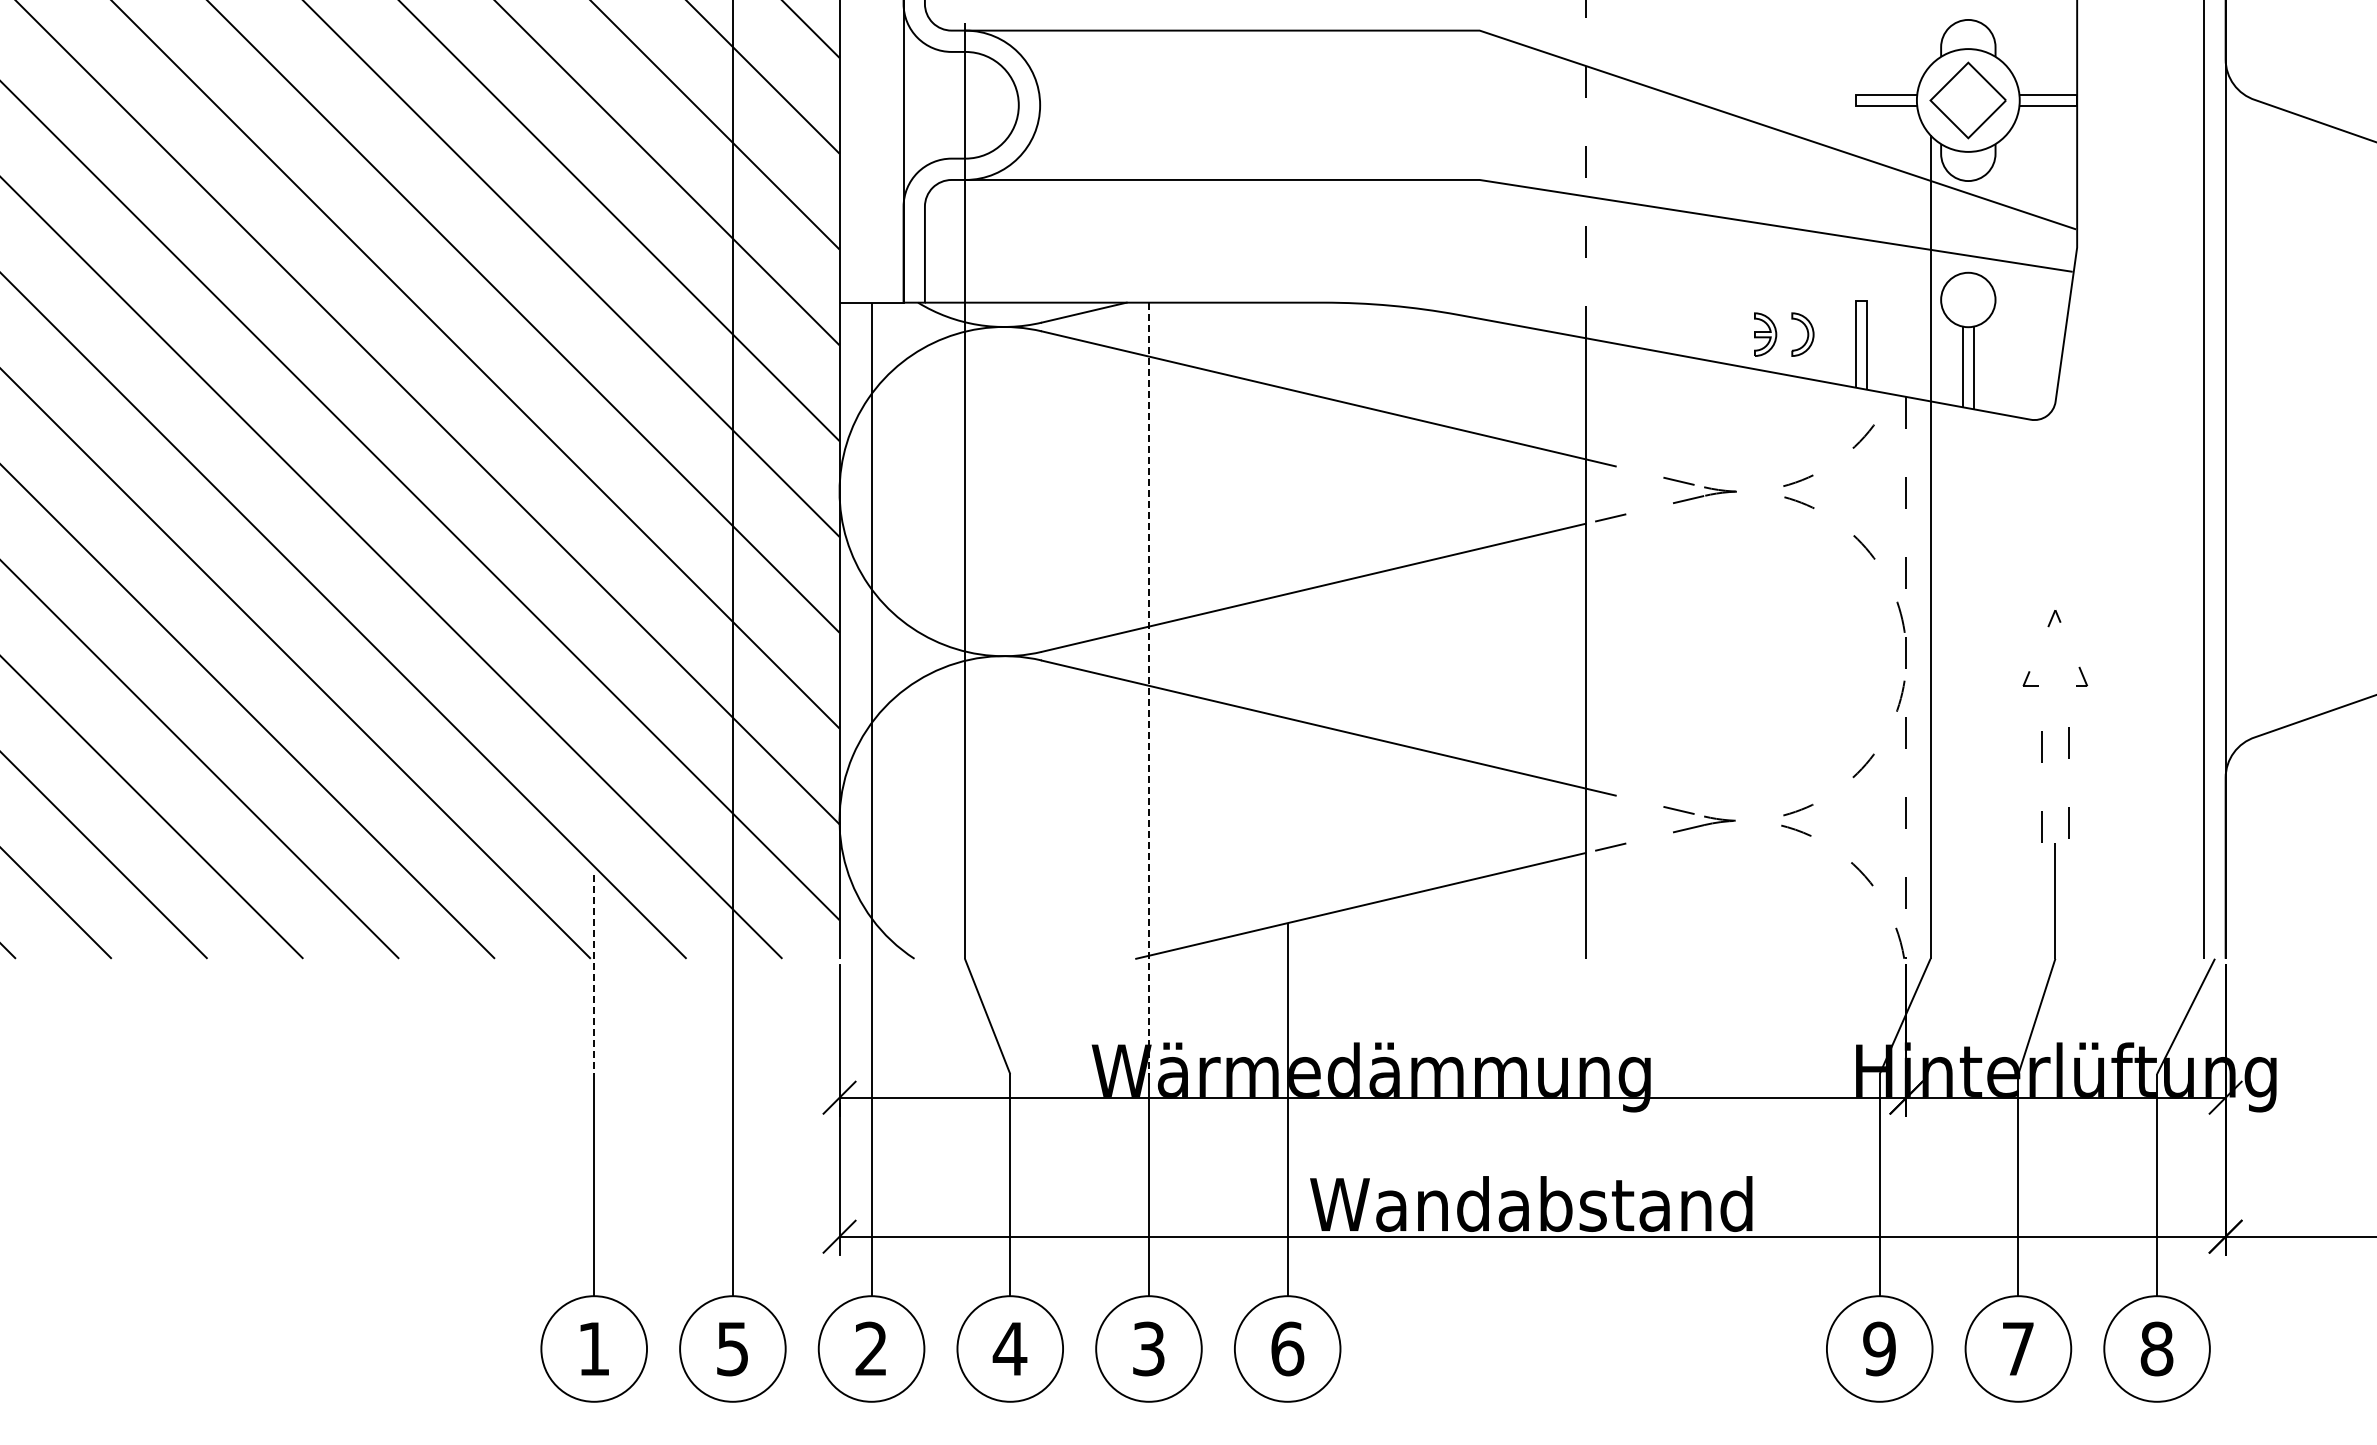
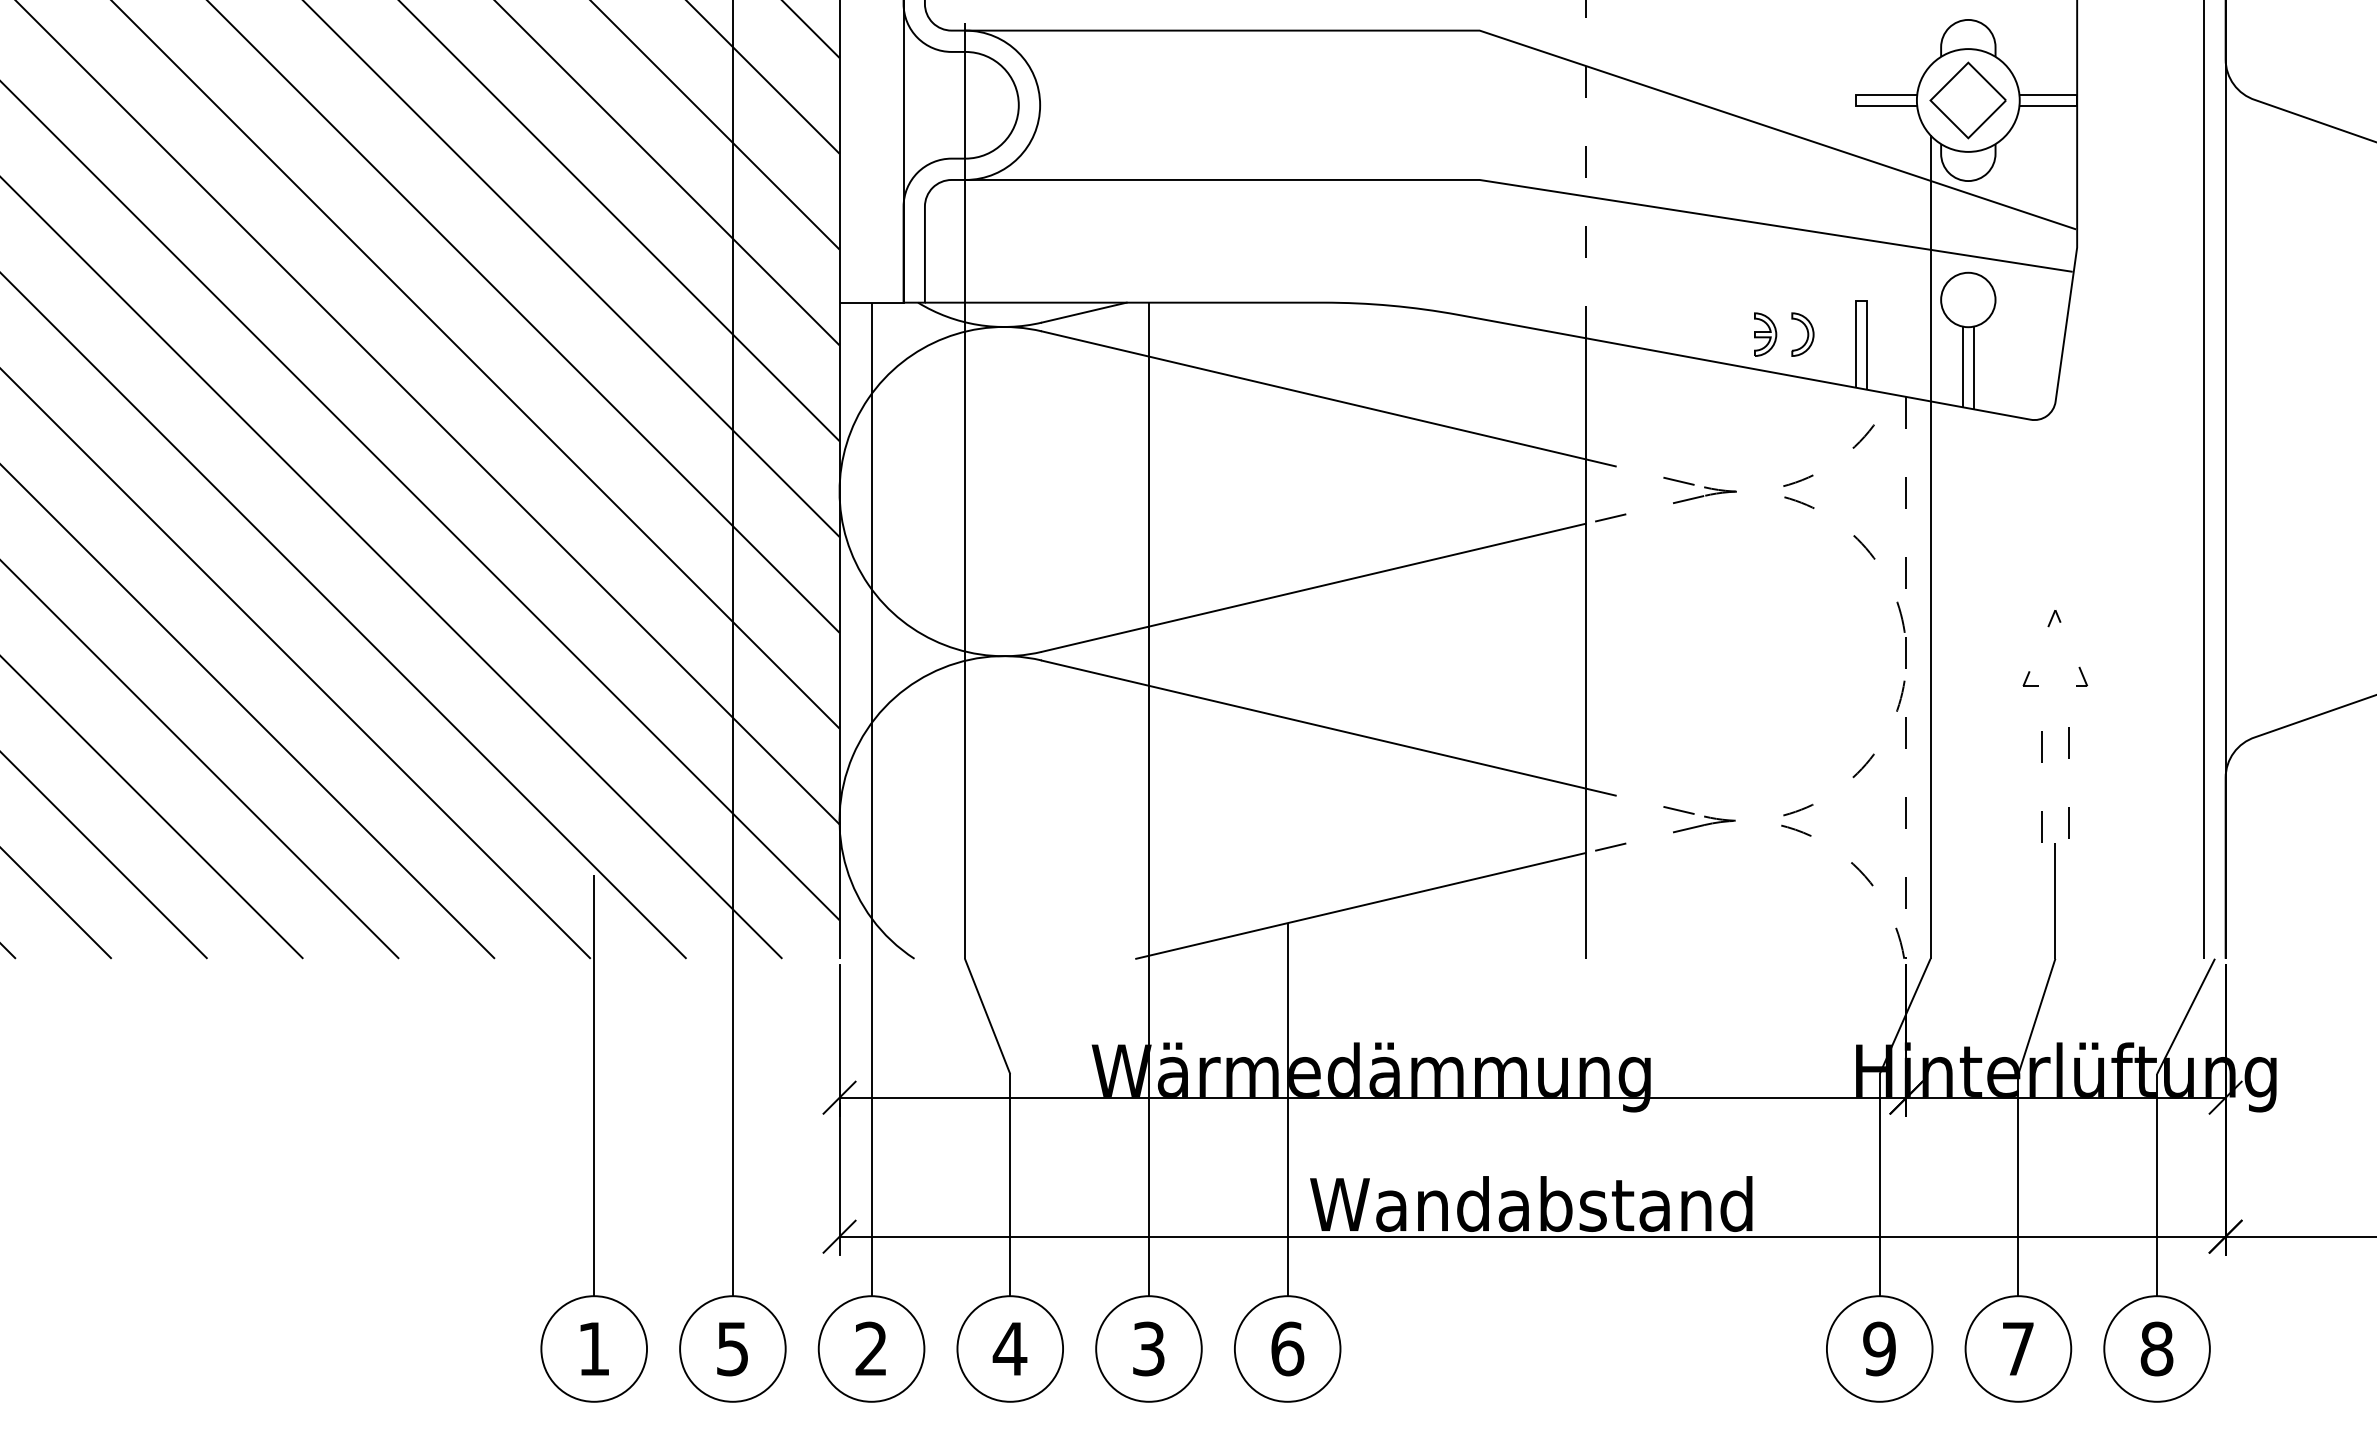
line at (1148, 688): dashed -> solid
line at (594, 974): dashed -> solid
